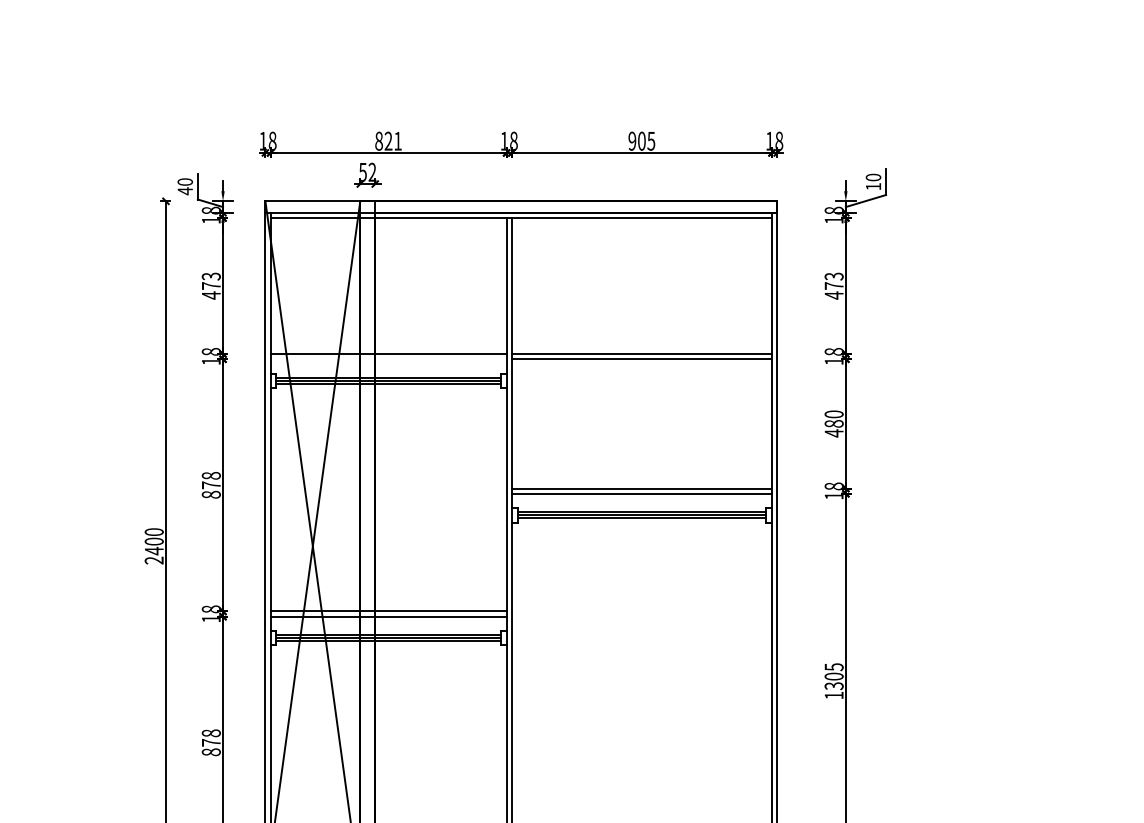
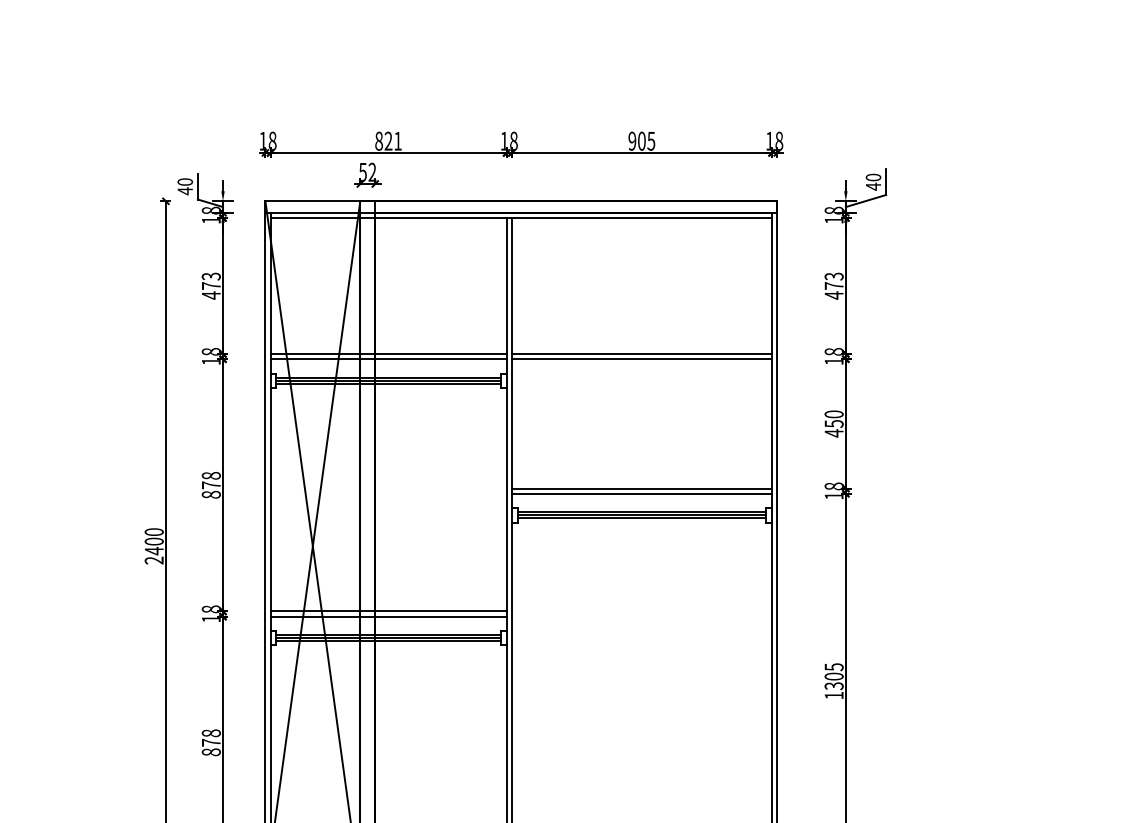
text at (873, 186): 10 -> 40
line at (388, 359): none -> present
text at (833, 423): 480 -> 450
